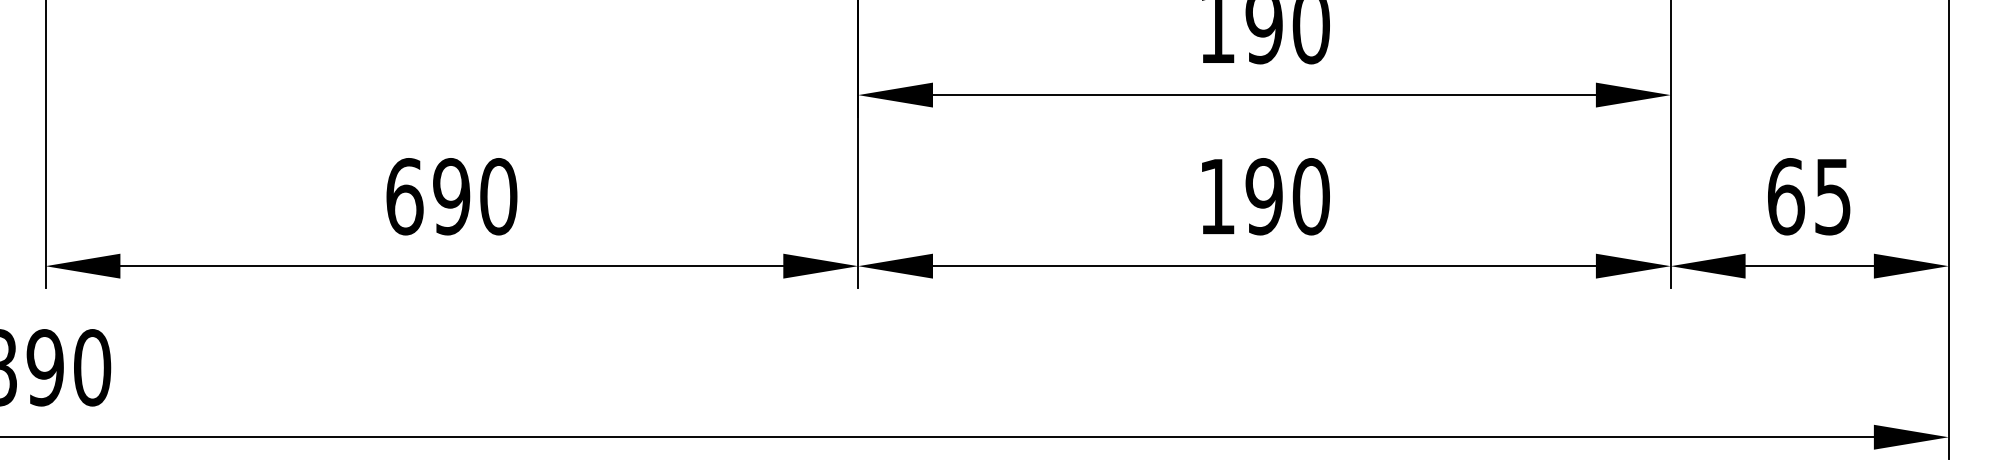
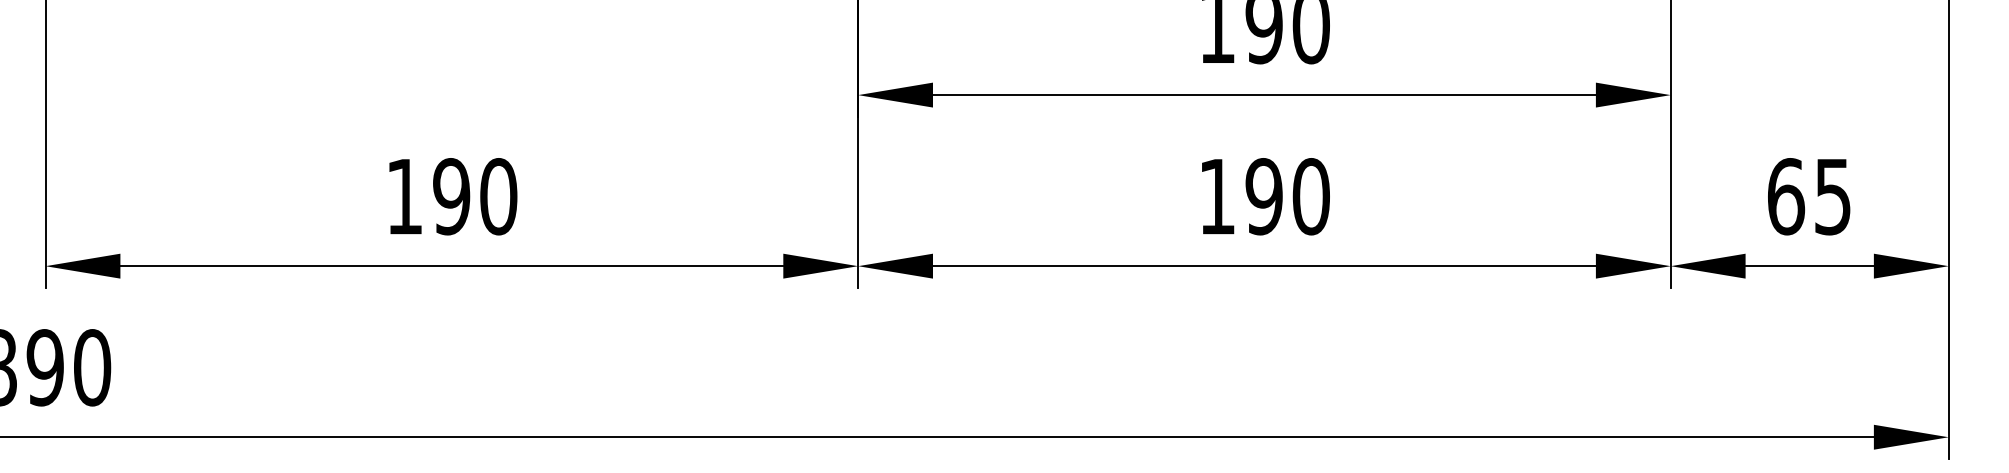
text at (404, 196): 690 -> 190
